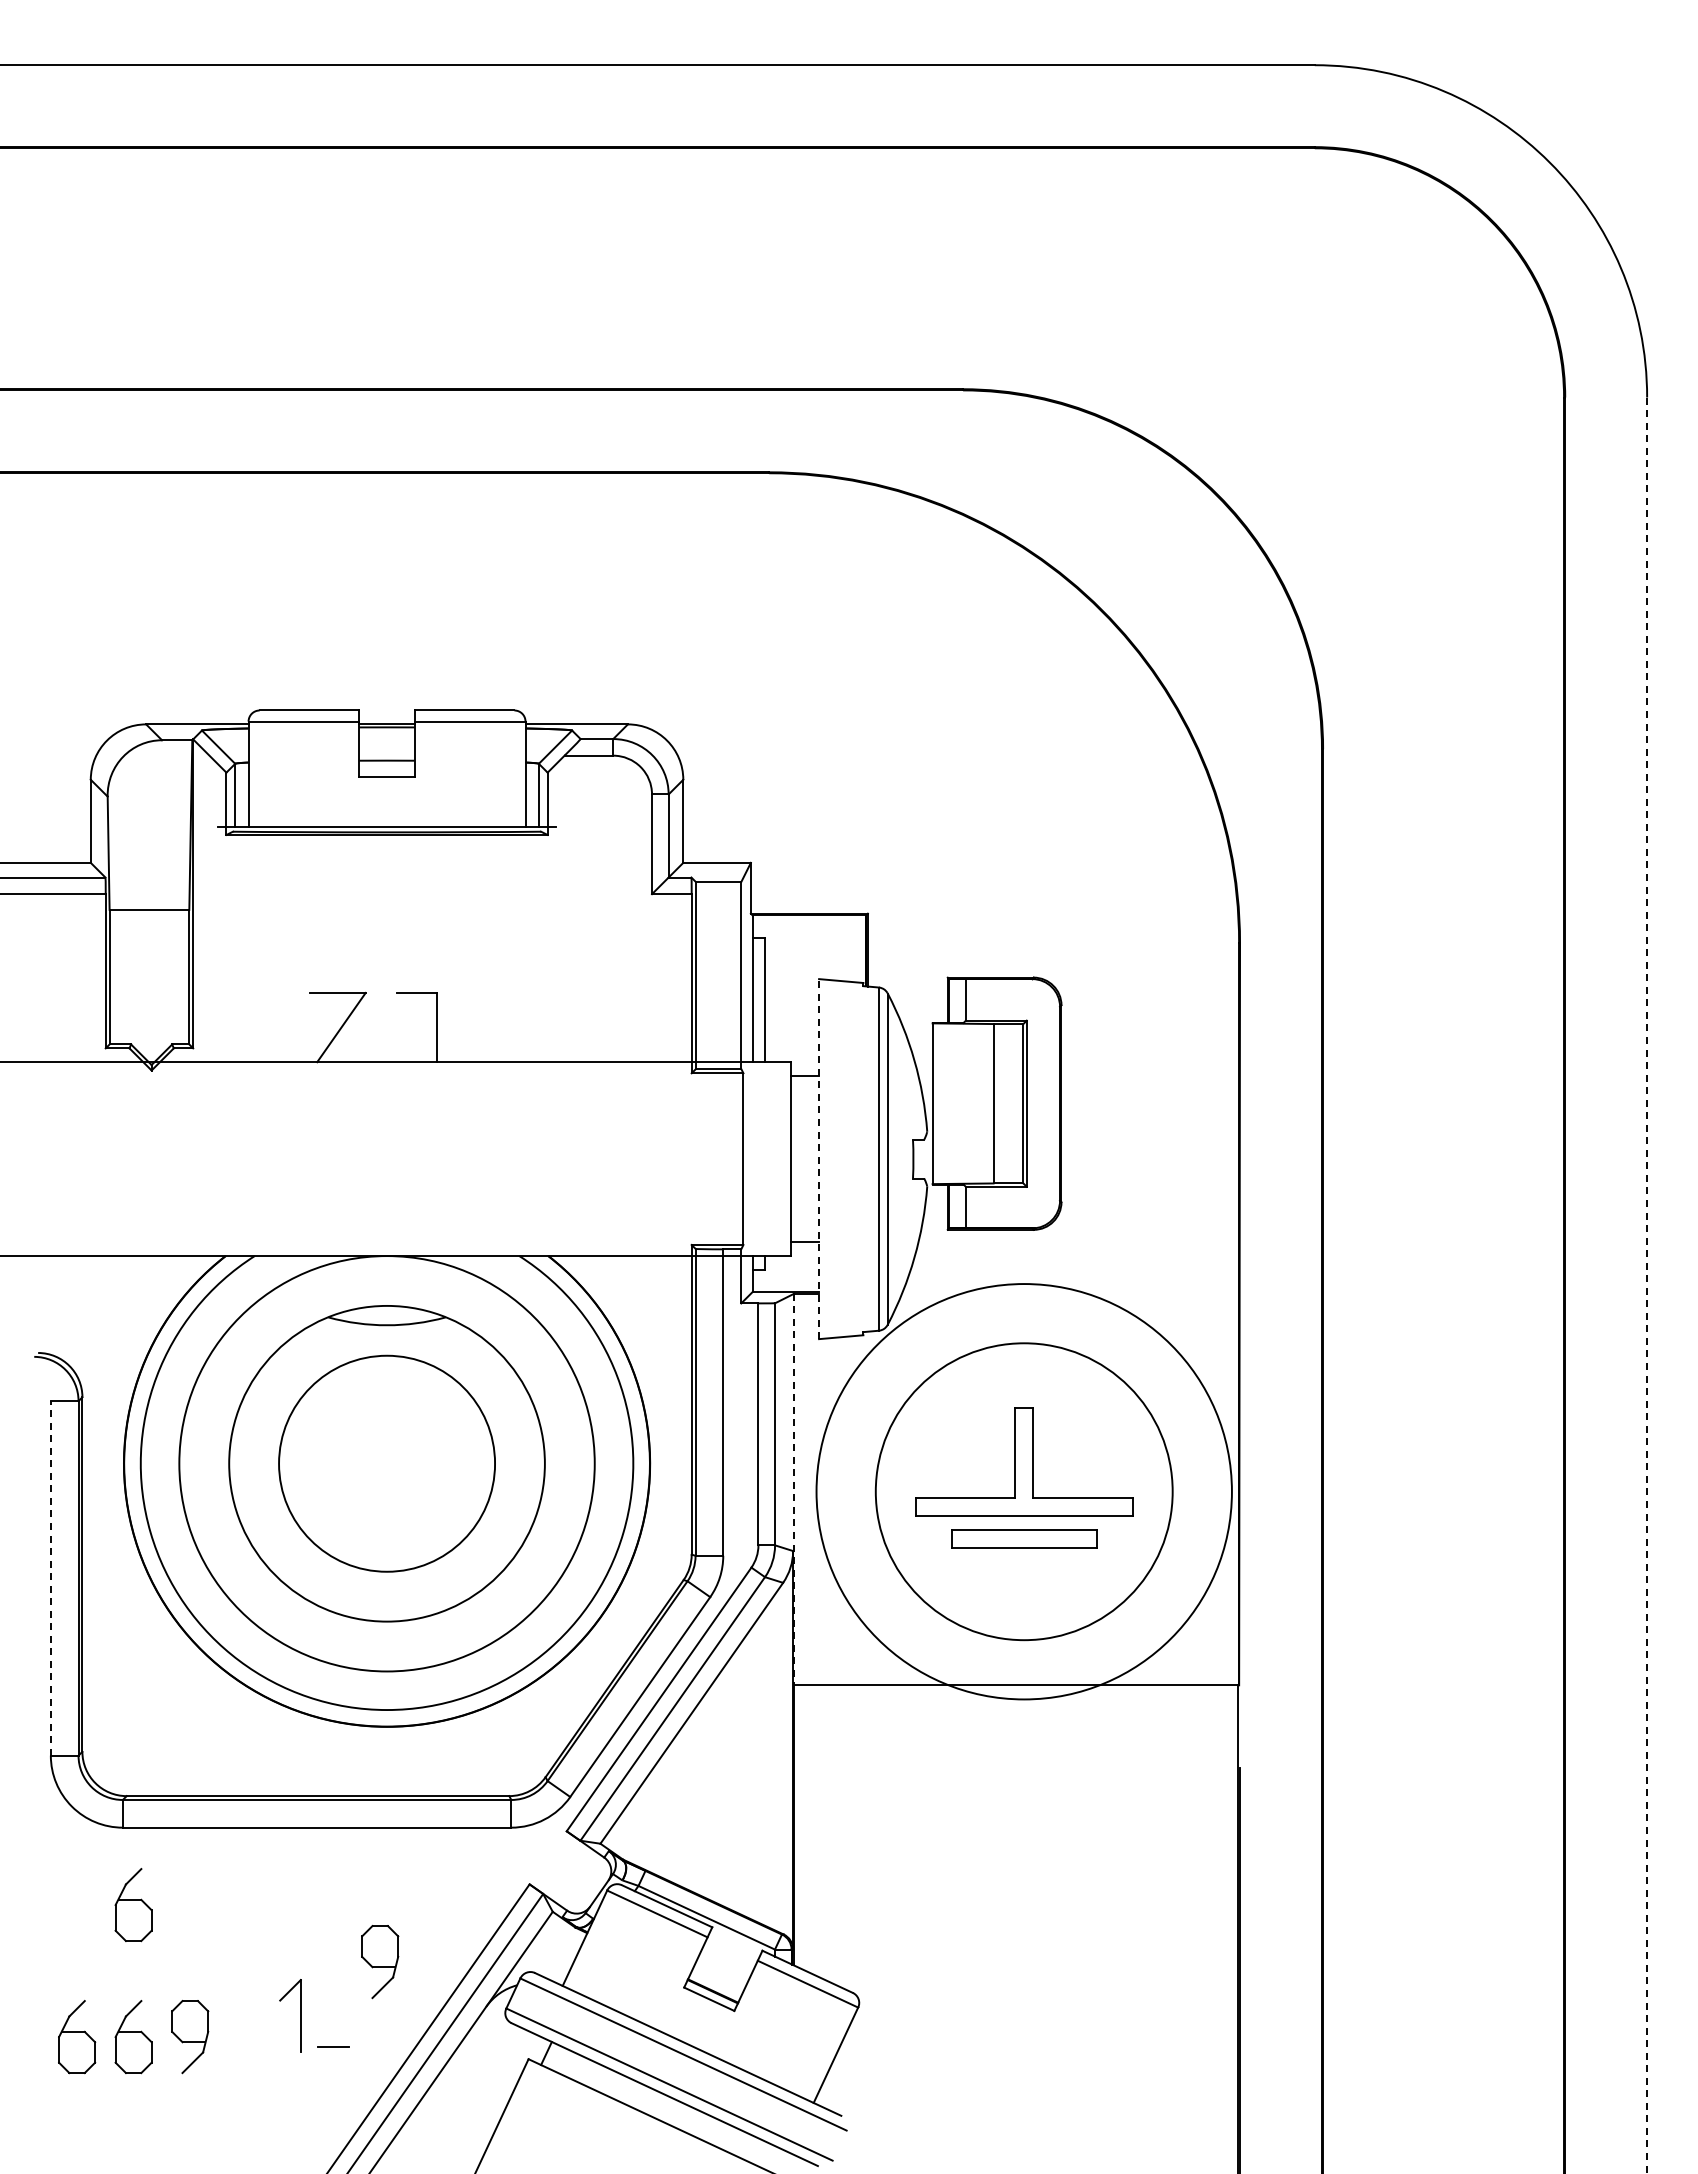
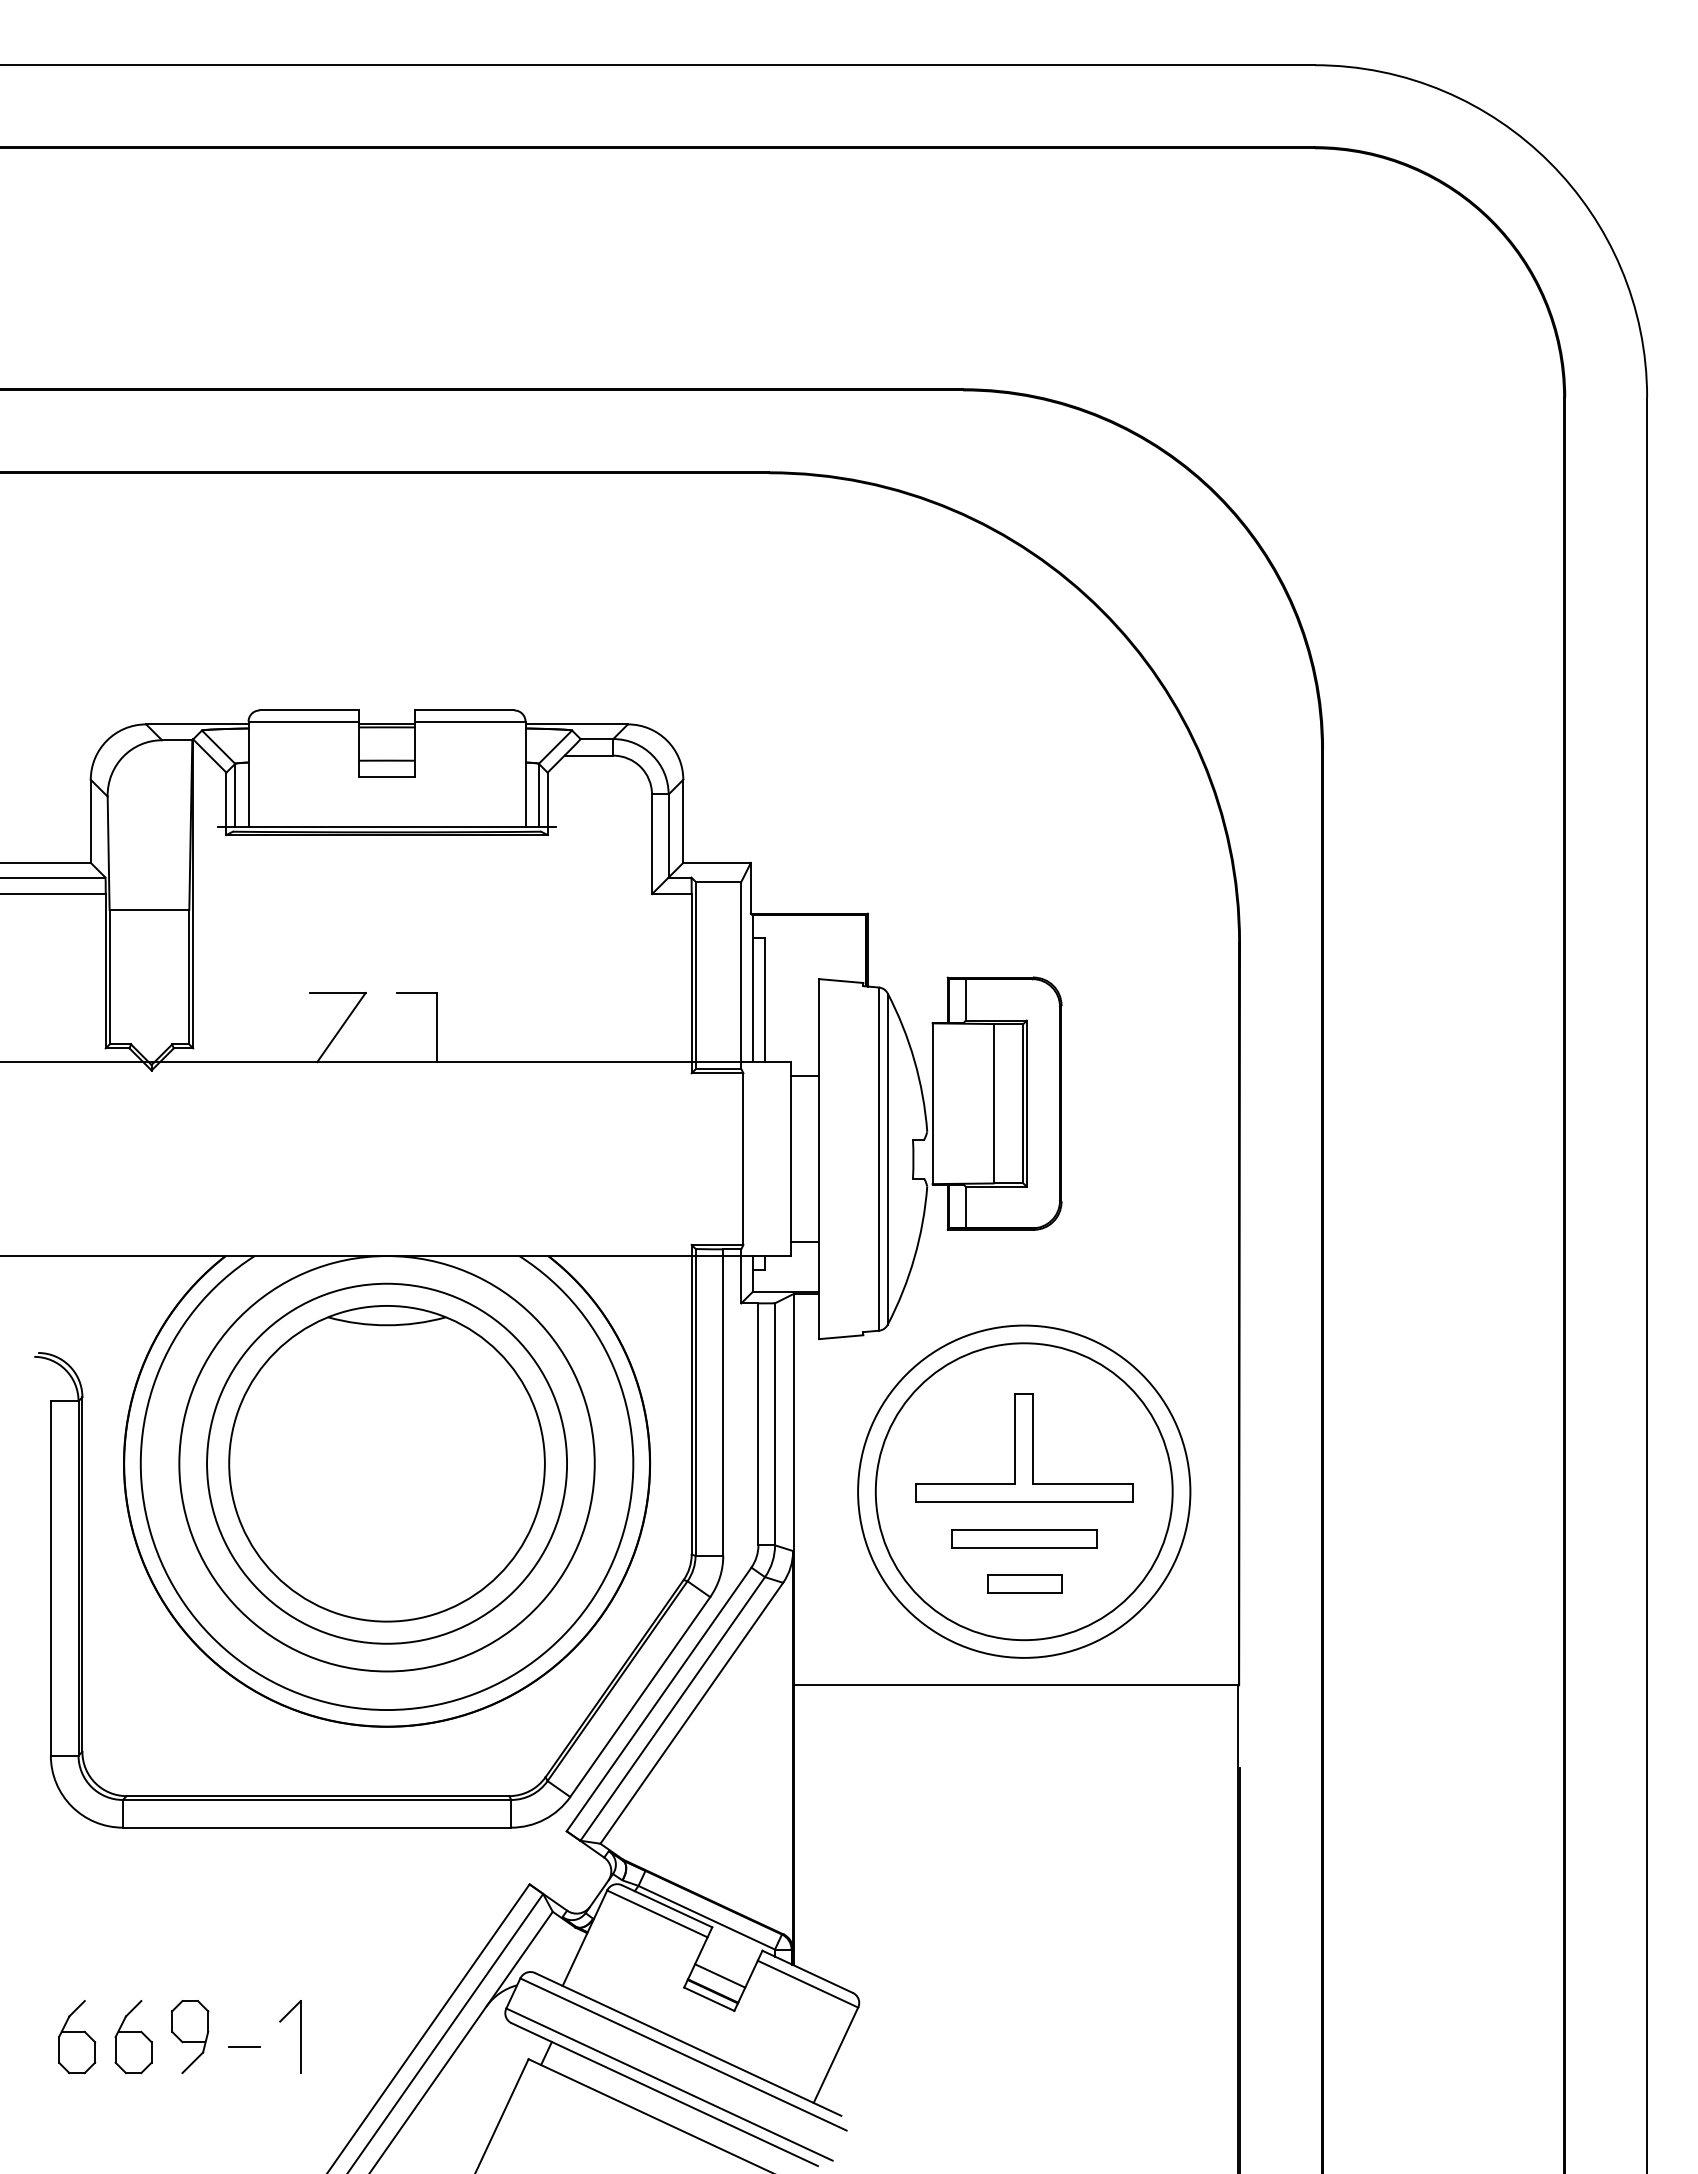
line at (819, 1158): dashed -> solid
line at (1647, 1285): dashed -> solid
part at (1024, 1461) position: (1024, 1461) -> (1024, 1447)
circle at (387, 1463) diameter: 216 px -> 360 px
line at (794, 1489): dashed -> solid
circle at (1023, 1491) diameter: 415 px -> 332 px
line at (50, 1577): dashed -> solid
part at (1024, 1583): none -> present
part at (133, 1905): present -> none
part at (380, 1962): present -> none
line at (720, 1975): none -> present
part at (300, 2015) position: (300, 2015) -> (300, 2036)
line at (333, 2046) position: (333, 2046) -> (244, 2046)
